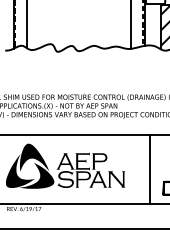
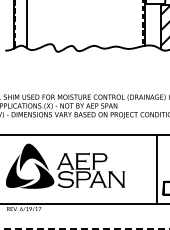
line at (131, 25): present -> none
line at (149, 169) position: (149, 169) -> (156, 169)
line at (84, 228): solid -> dashed
